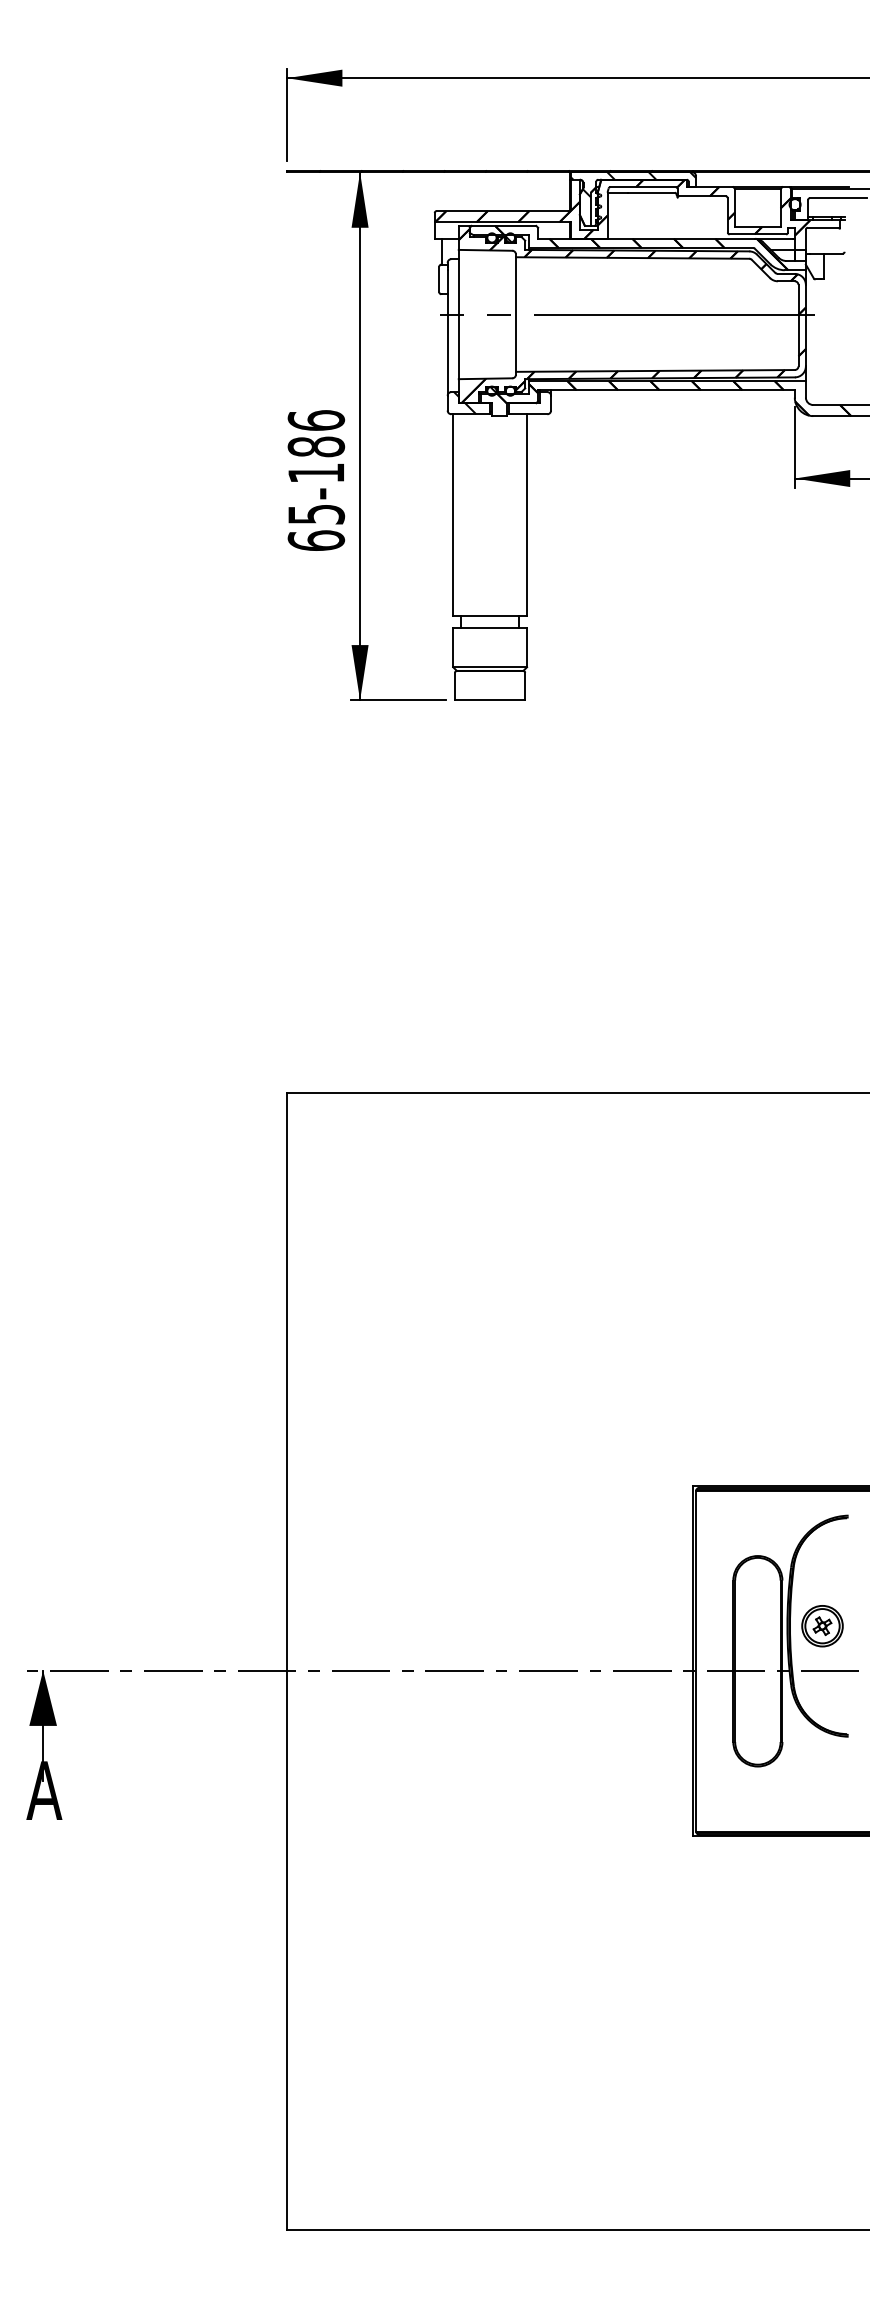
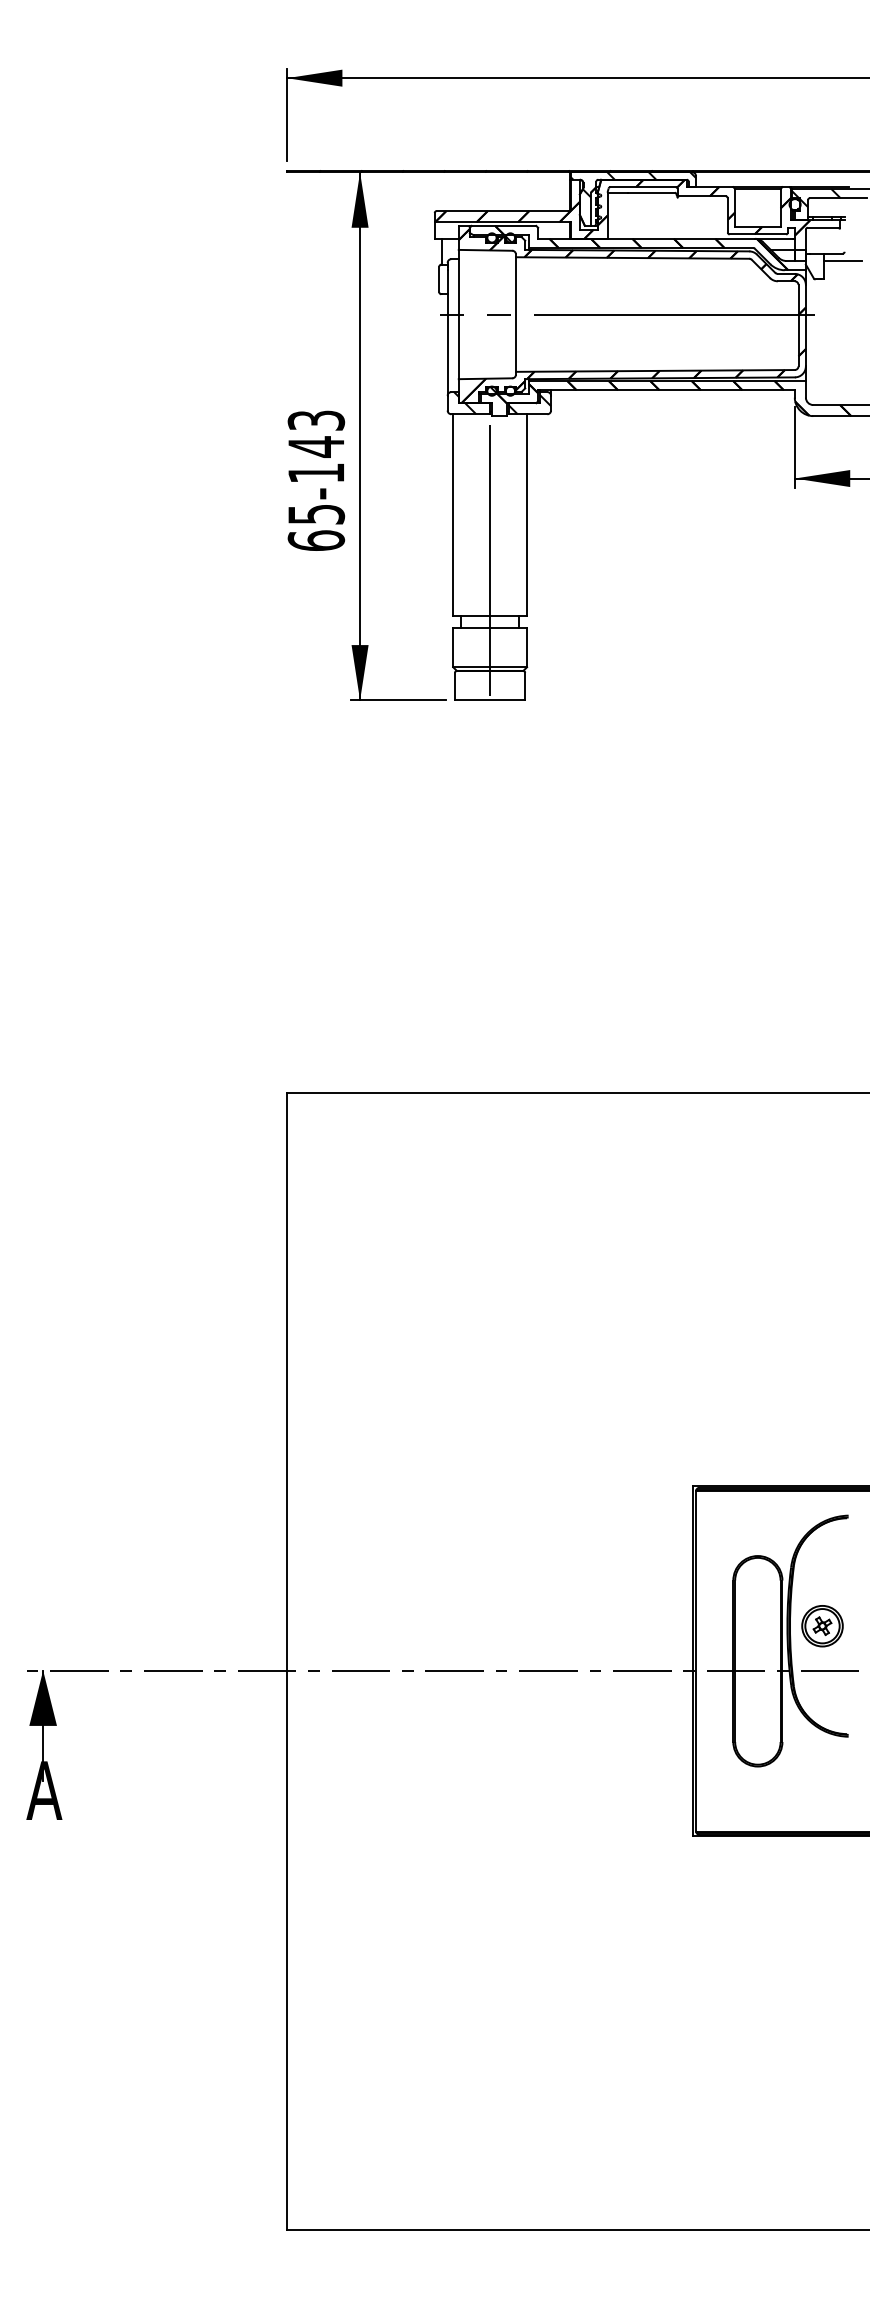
hatch at (816, 197): none -> present
line at (842, 261): none -> present
hatch at (529, 404): none -> present
text at (316, 433): 65-186 -> 65-143
line at (490, 560): none -> present
